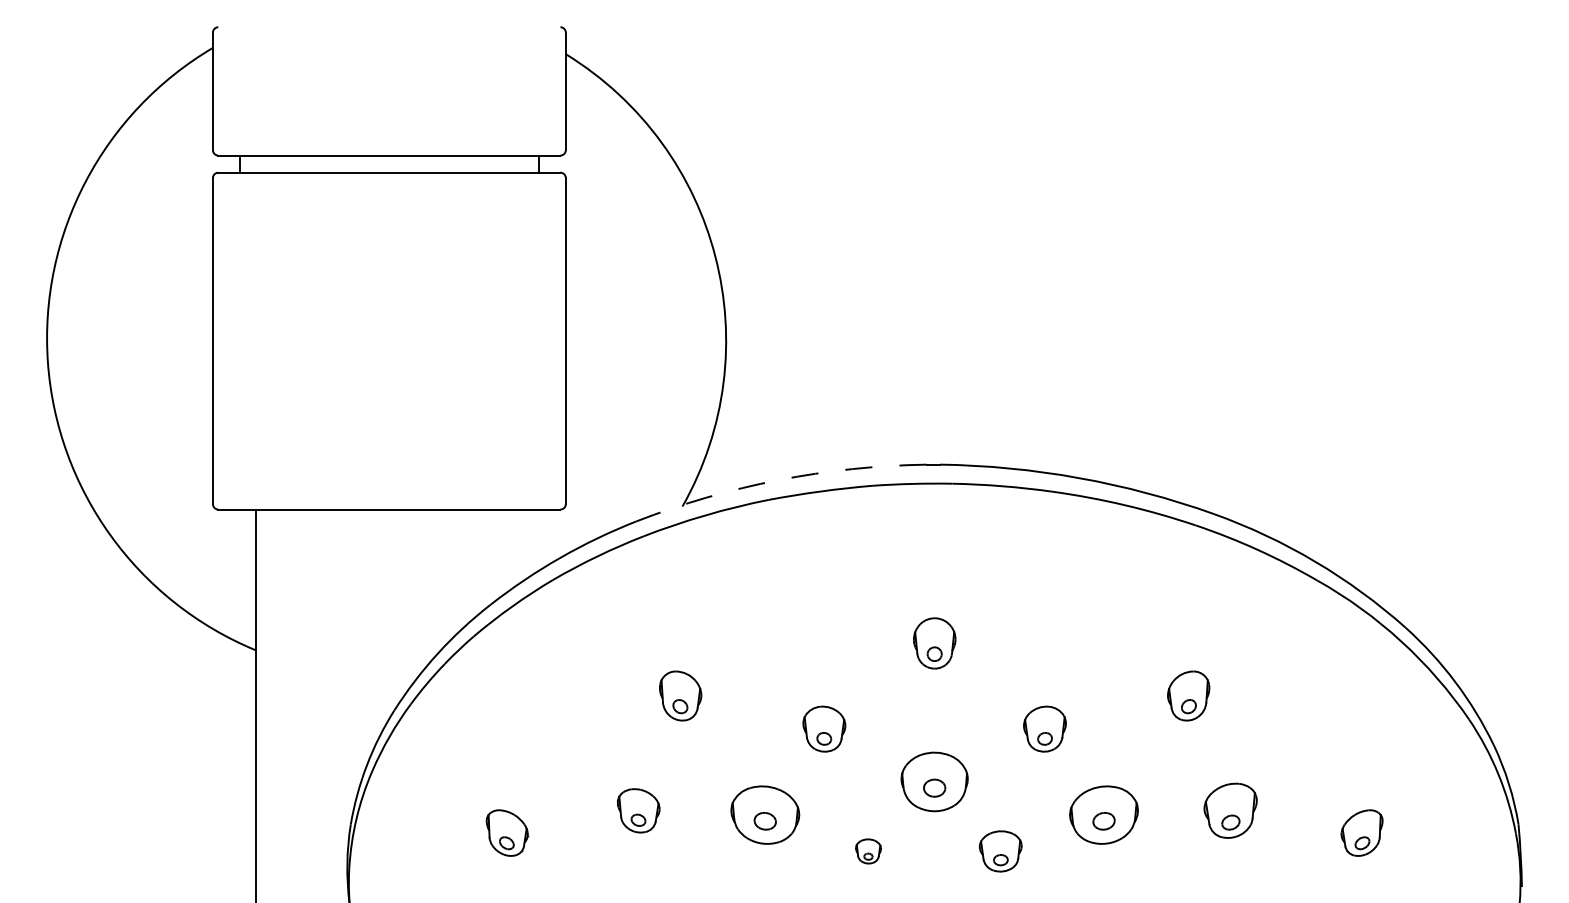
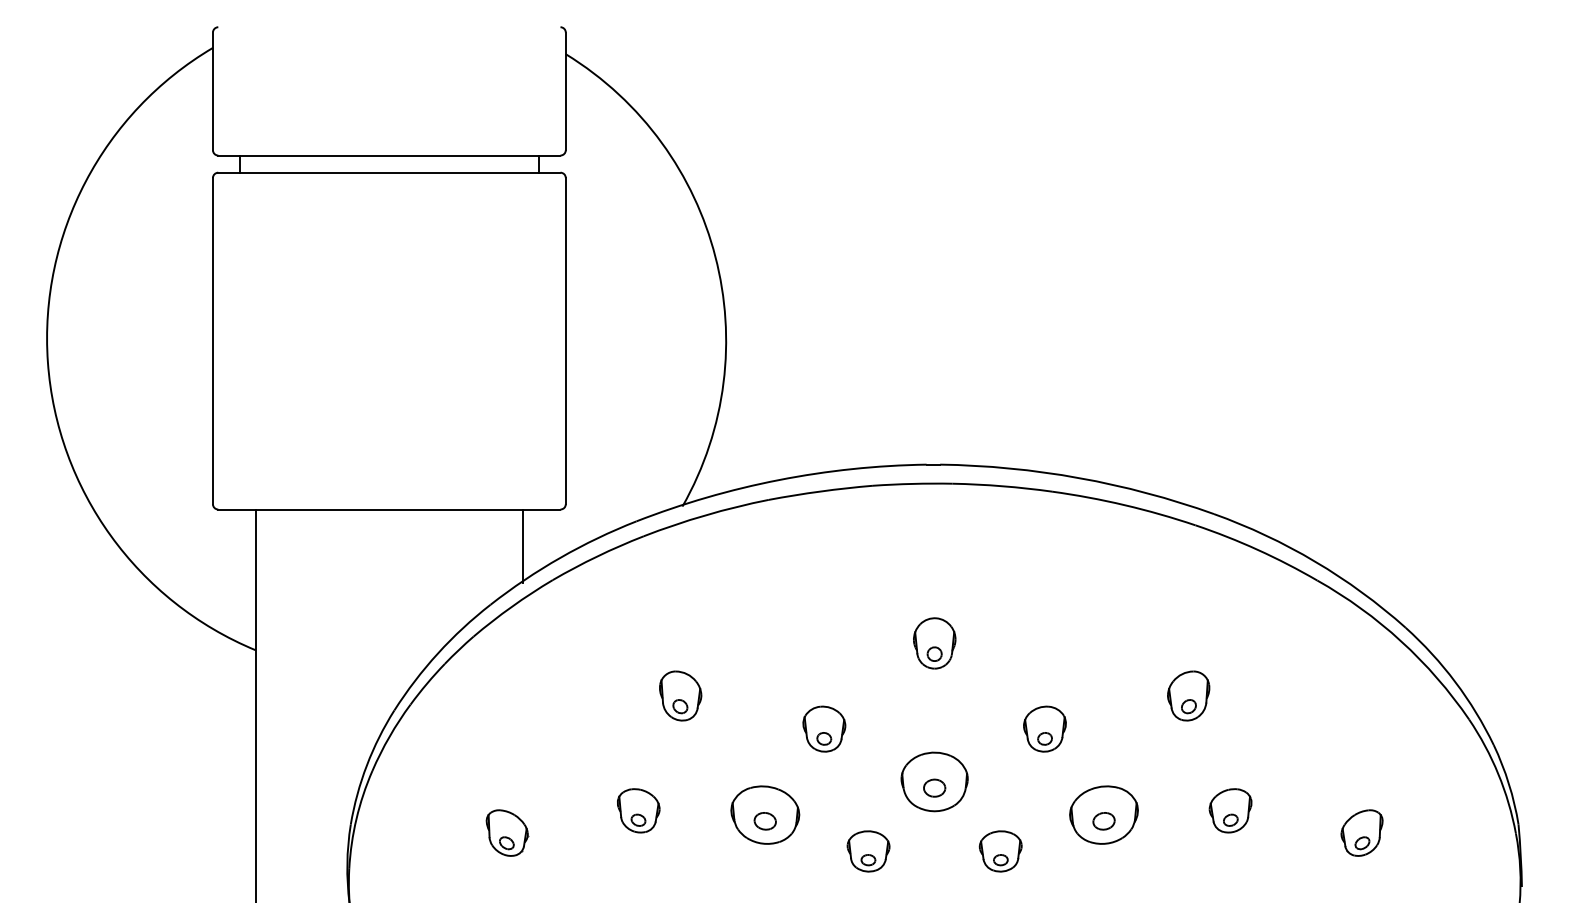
arc at (779, 480): dashed -> solid
line at (523, 545): none -> present
part at (1230, 810) size: 55x57 px -> 45x46 px
part at (868, 851) size: 27x27 px -> 45x43 px
